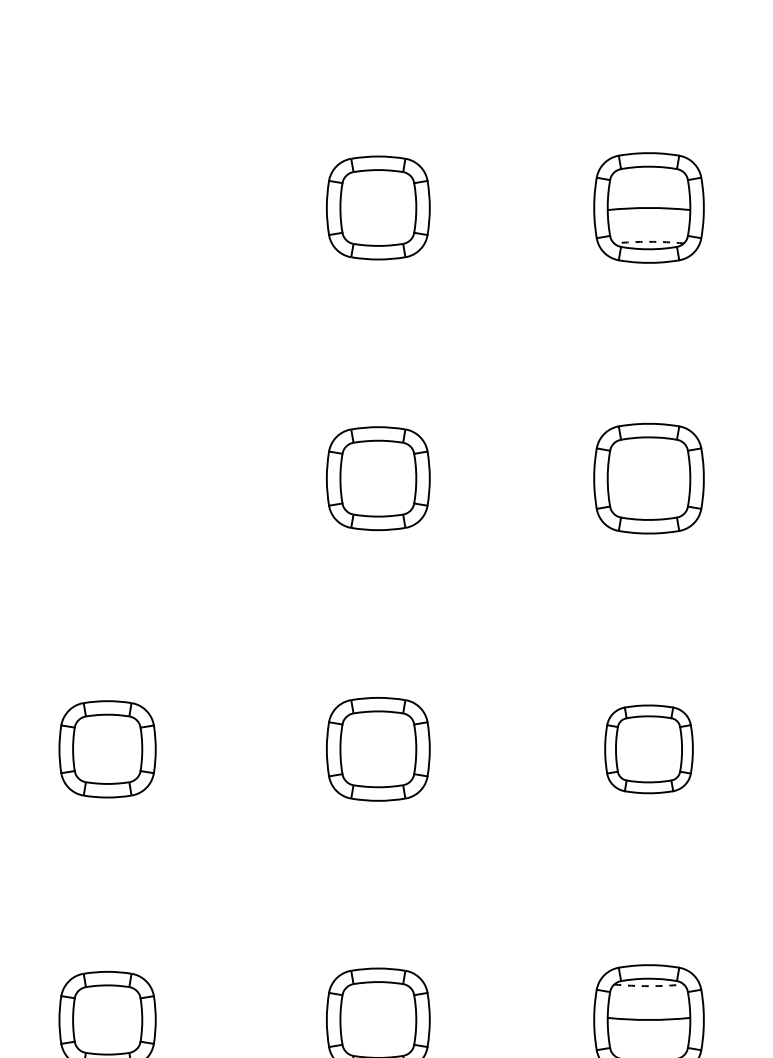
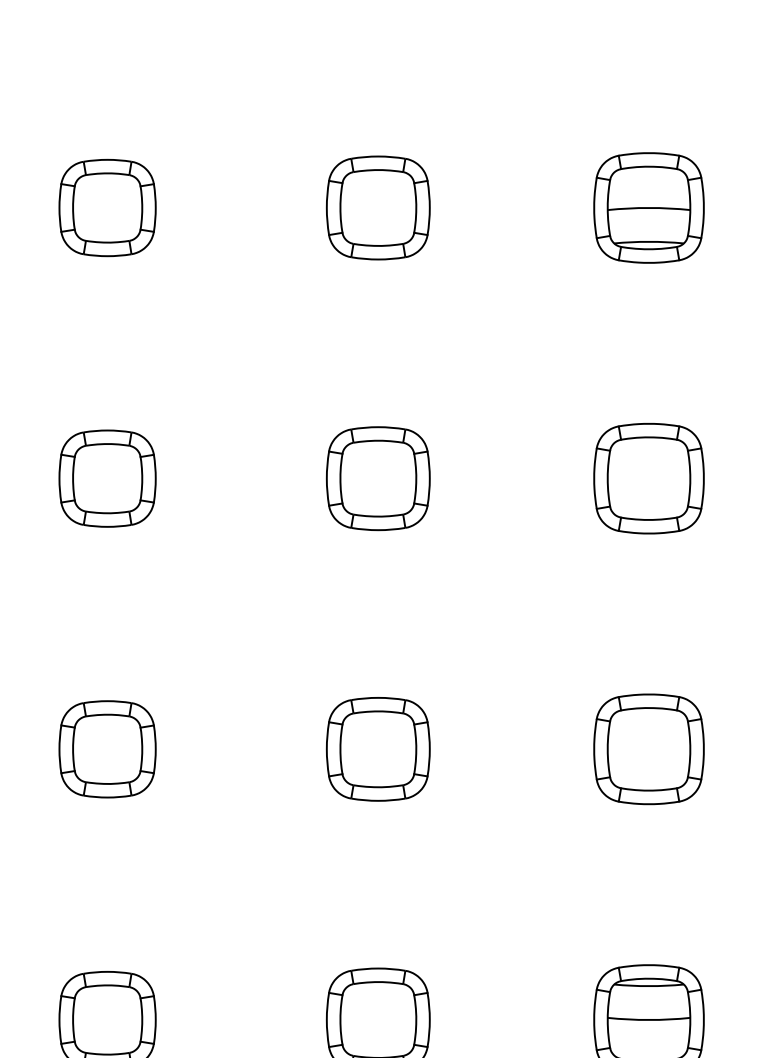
part at (107, 207): none -> present
arc at (649, 241): dashed -> solid
part at (107, 478): none -> present
part at (648, 749) size: 90x91 px -> 112x113 px
arc at (649, 986): dashed -> solid
